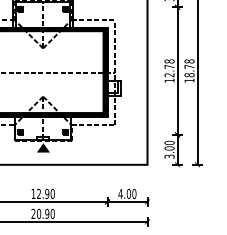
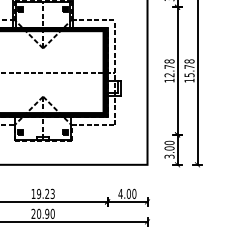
text at (189, 75): 18.78 -> 15.78
fill at (42, 147): present -> none
text at (45, 194): 12.90 -> 19.23
